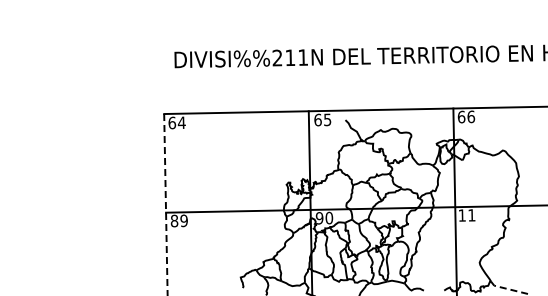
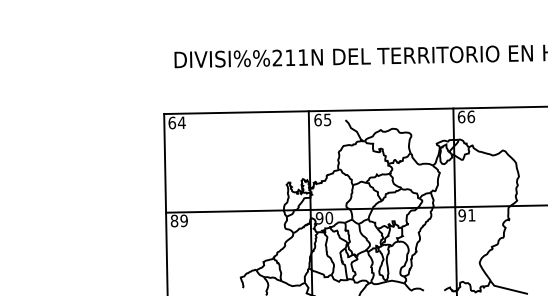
line at (165, 204): dashed -> solid
text at (461, 215): 11 -> 91
line at (507, 289): dashed -> solid
